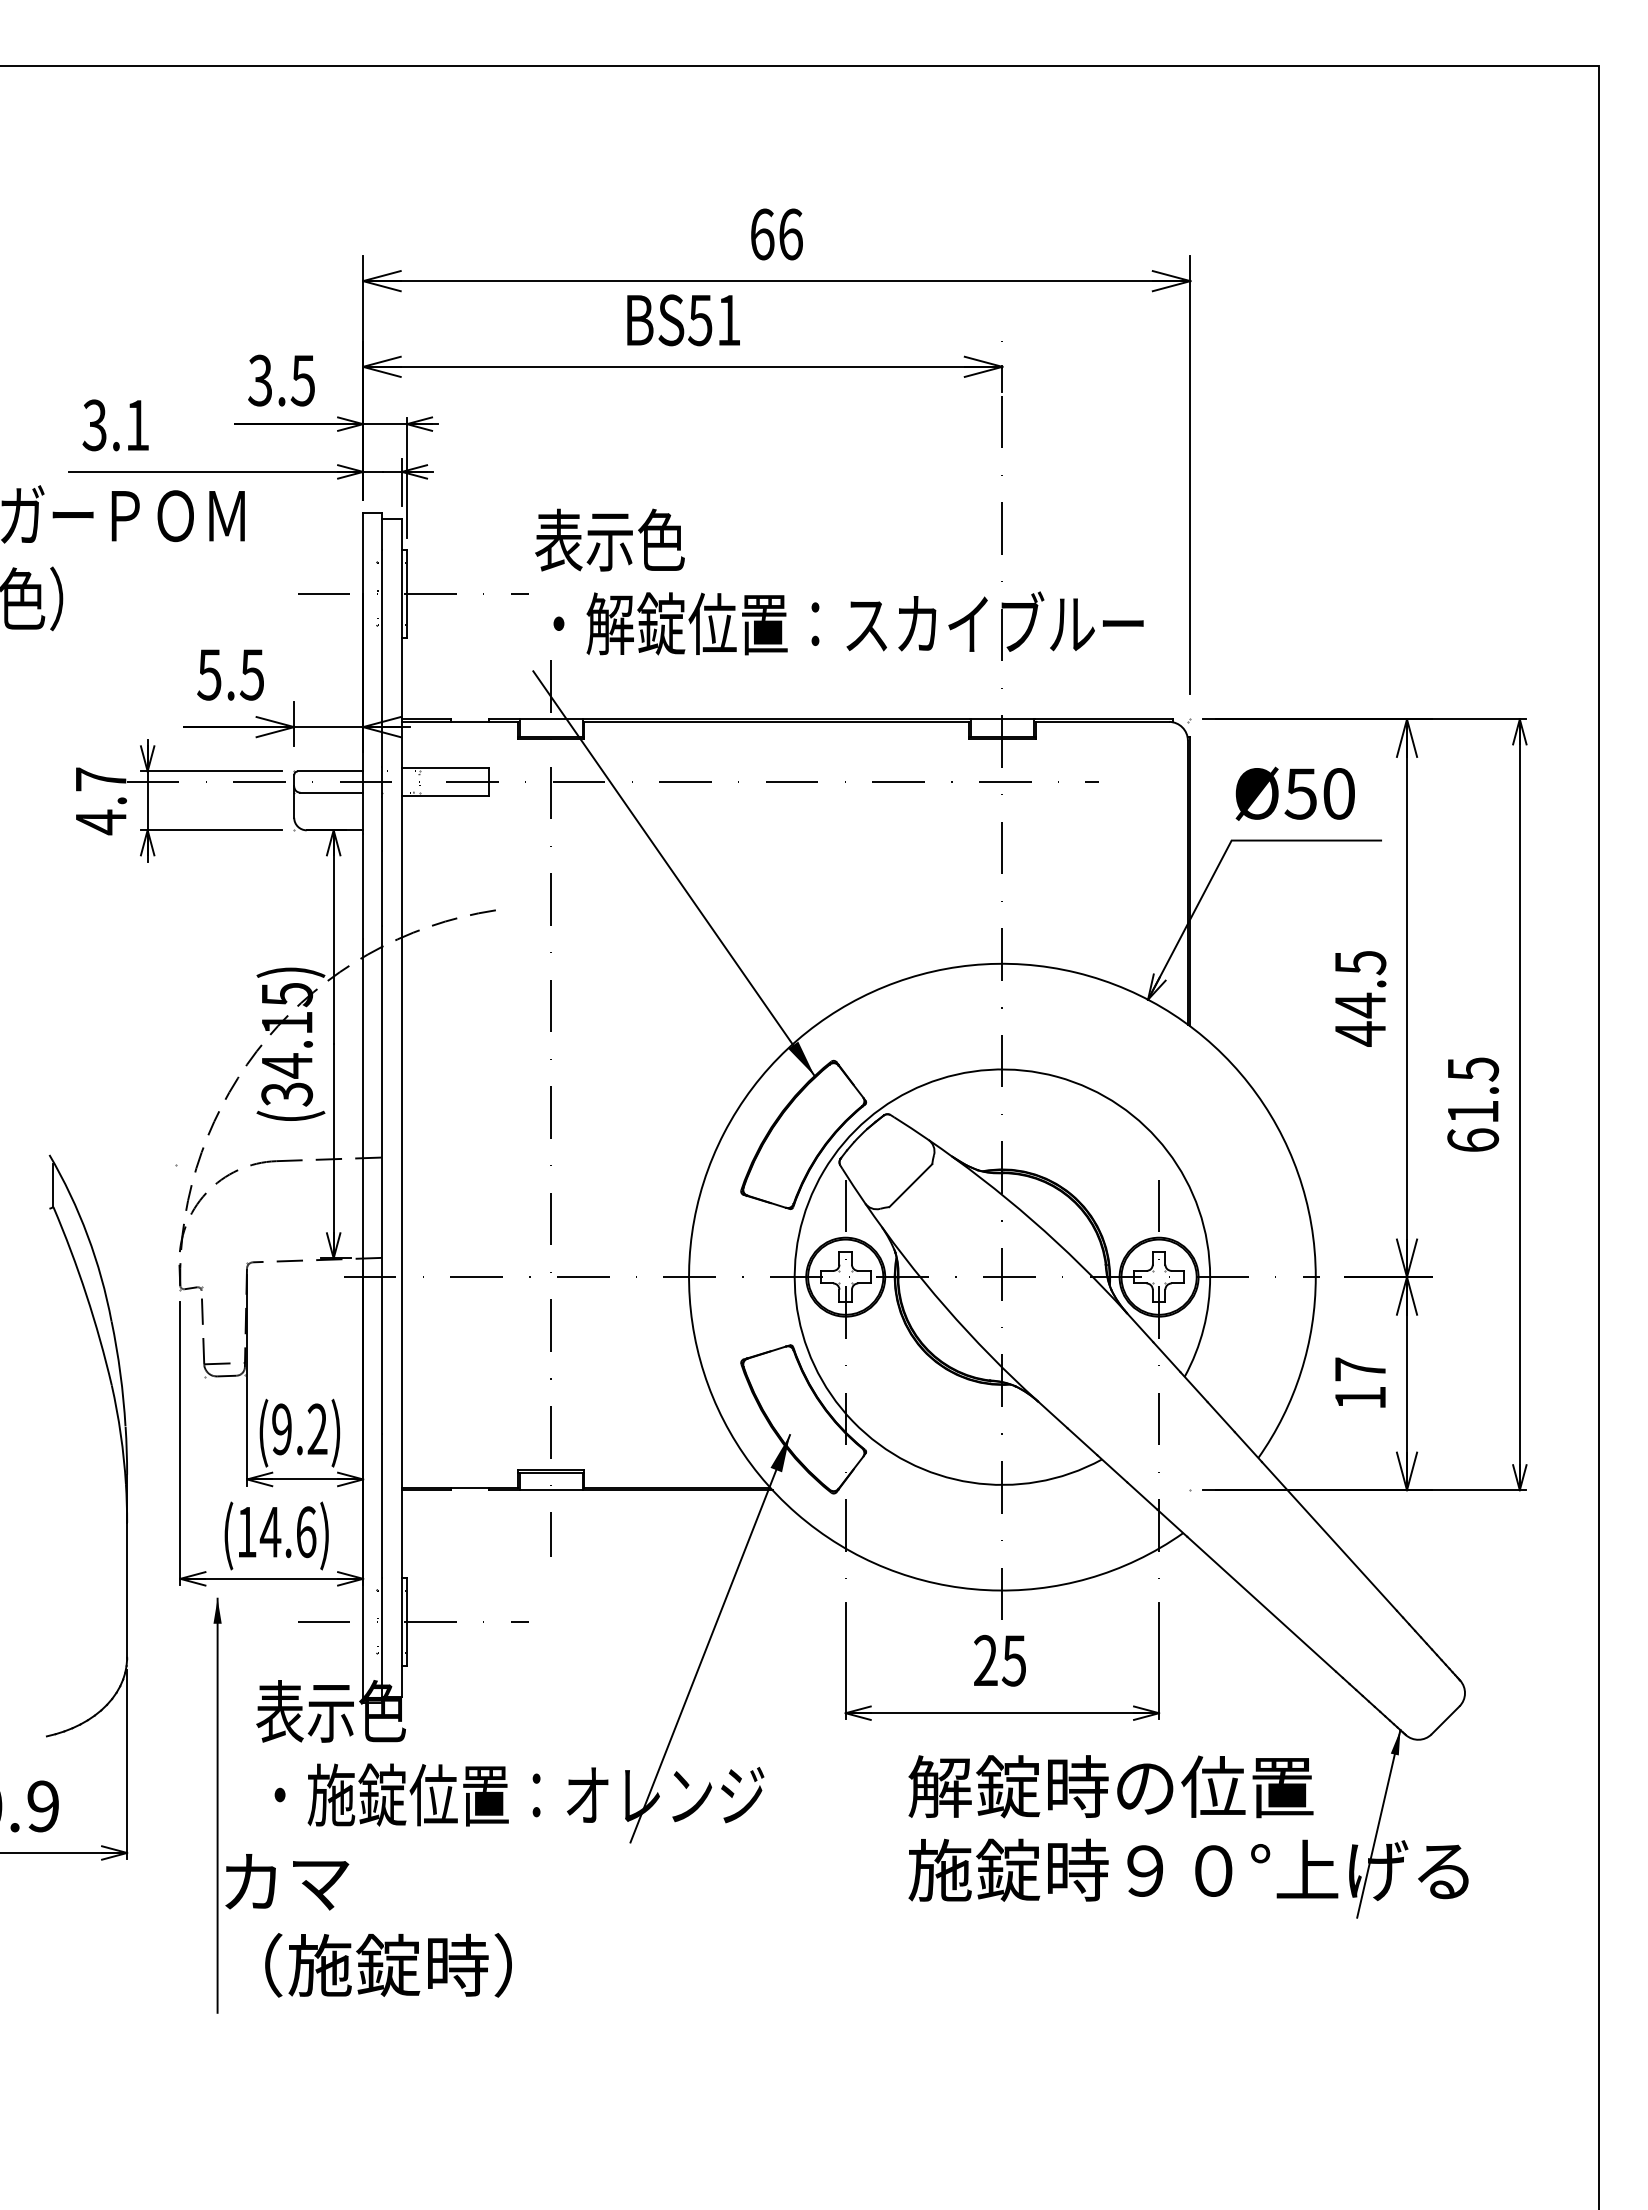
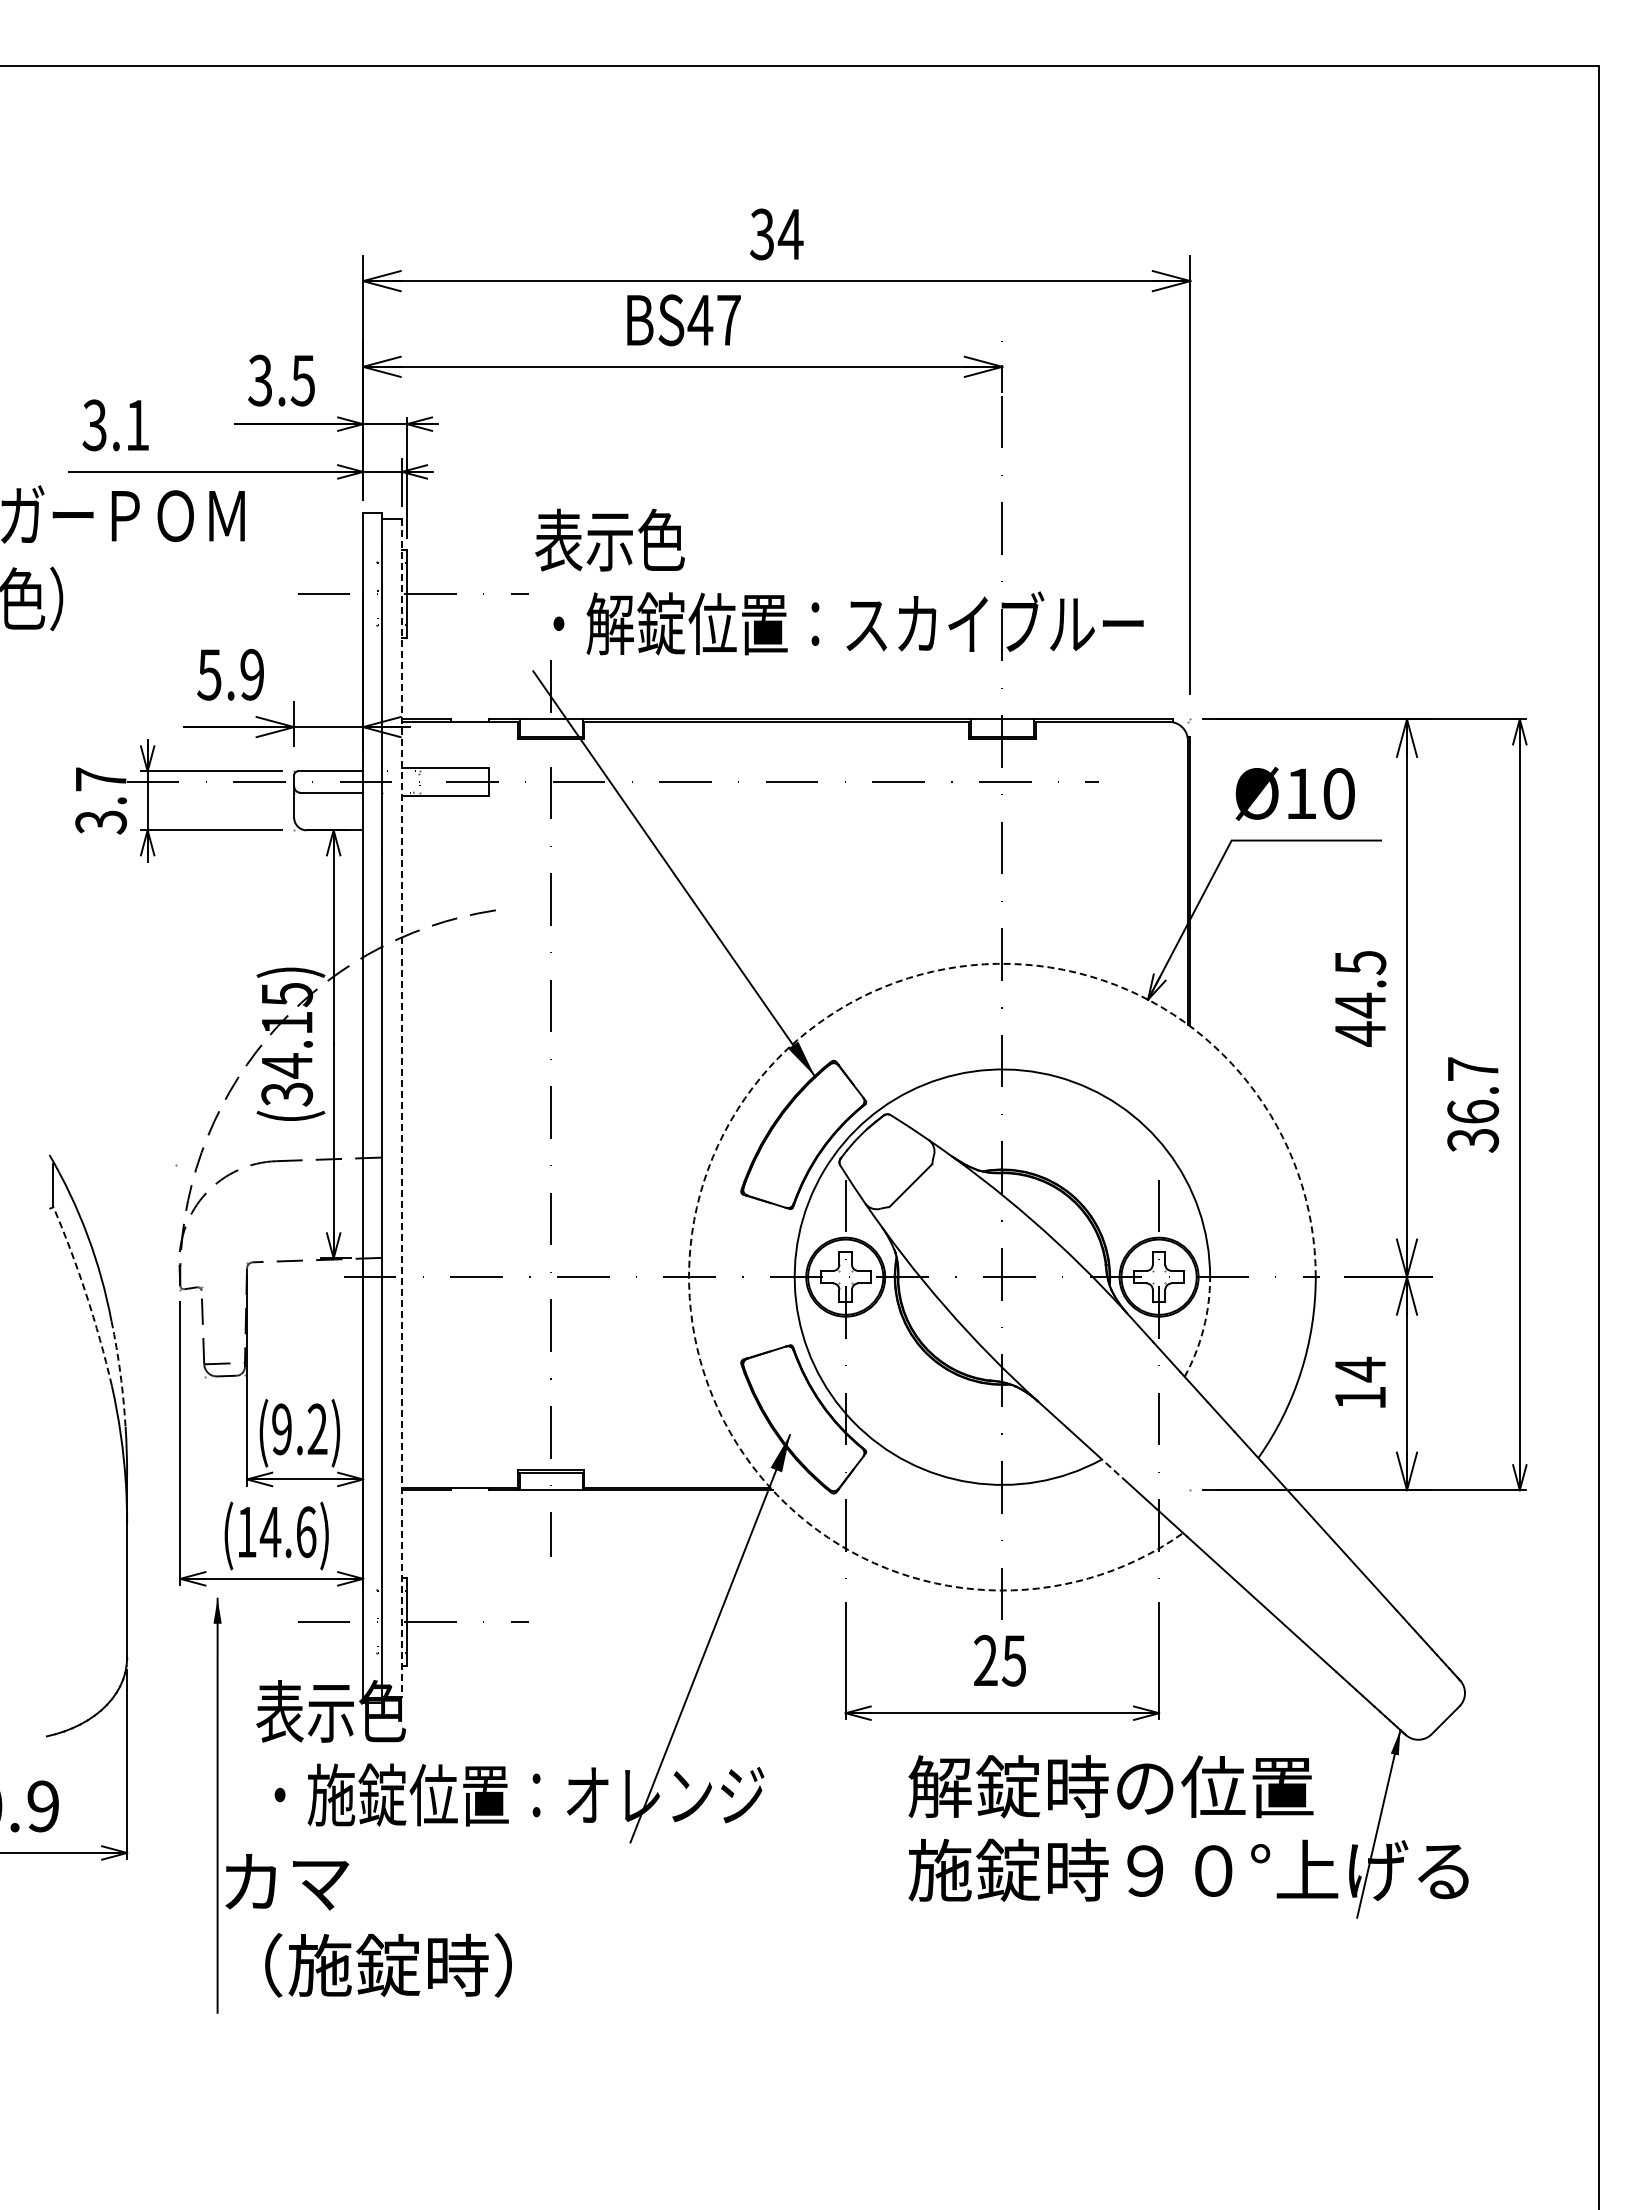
text at (776, 234): 66 -> 34
text at (713, 320): BS51 -> BS47
text at (251, 674): 5.5 -> 5.9
text at (1300, 793): Ø50 -> Ø10
text at (101, 822): 4.7 -> 3.7
text at (1473, 1104): 61.5 -> 36.7
line at (402, 1108): solid -> dashed
arc at (724, 1133): solid -> dashed
arc at (86, 1294): solid -> dashed
arc at (1203, 1328): solid -> dashed
text at (1360, 1369): 17 -> 14
arc at (120, 1373): solid -> dashed
line at (1112, 1468): solid -> dashed
